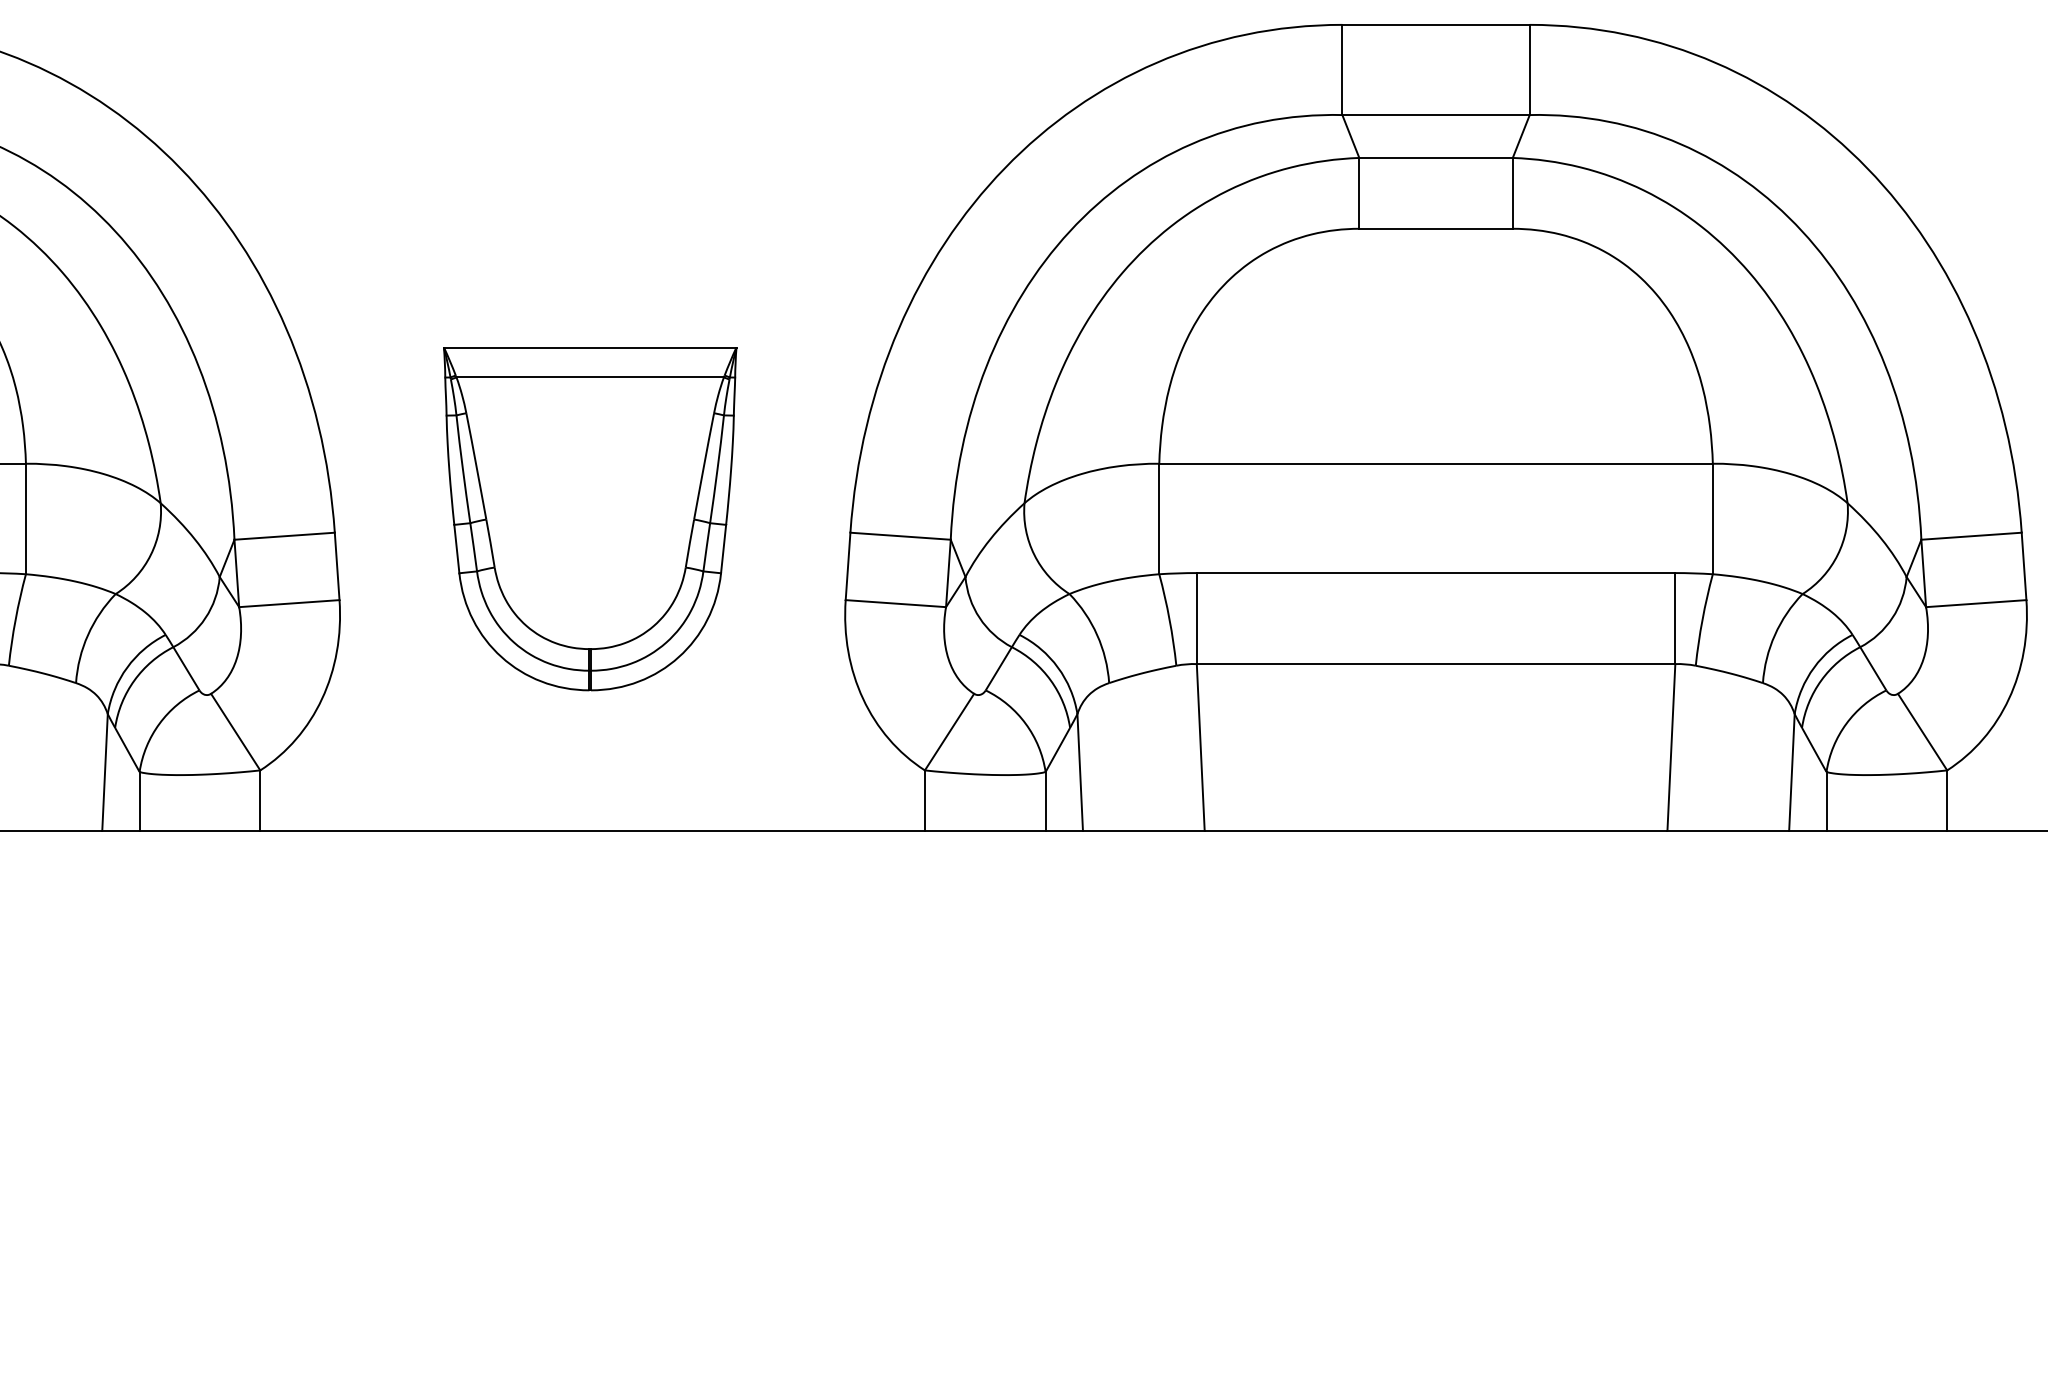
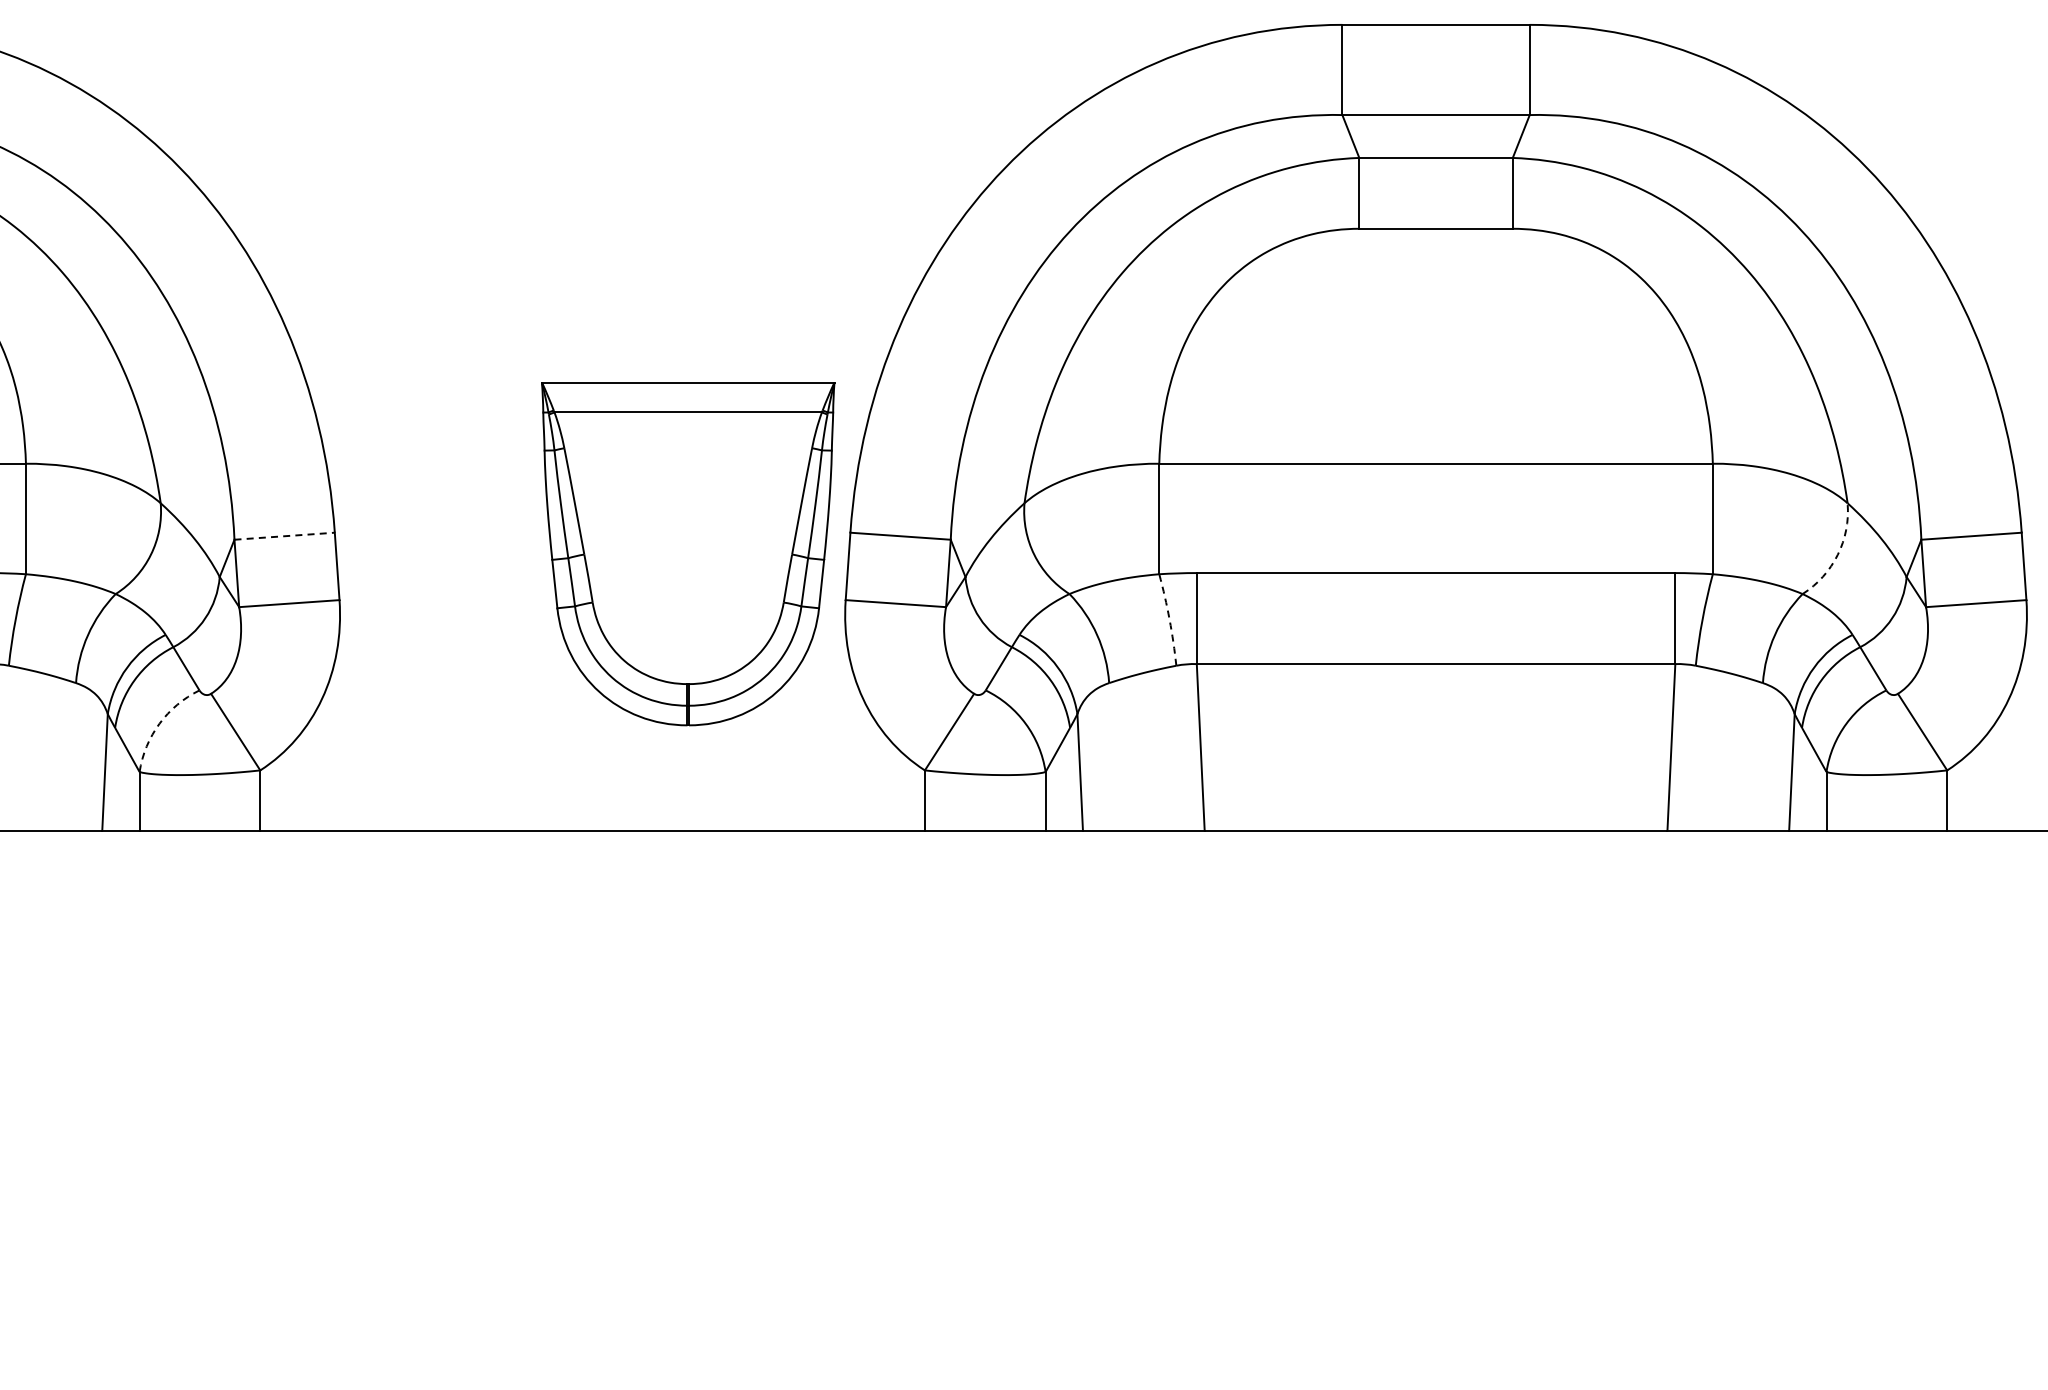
part at (590, 519) position: (590, 519) -> (688, 554)
line at (285, 536): solid -> dashed
arc at (1837, 554): solid -> dashed
arc at (1169, 619): solid -> dashed
arc at (159, 723): solid -> dashed
